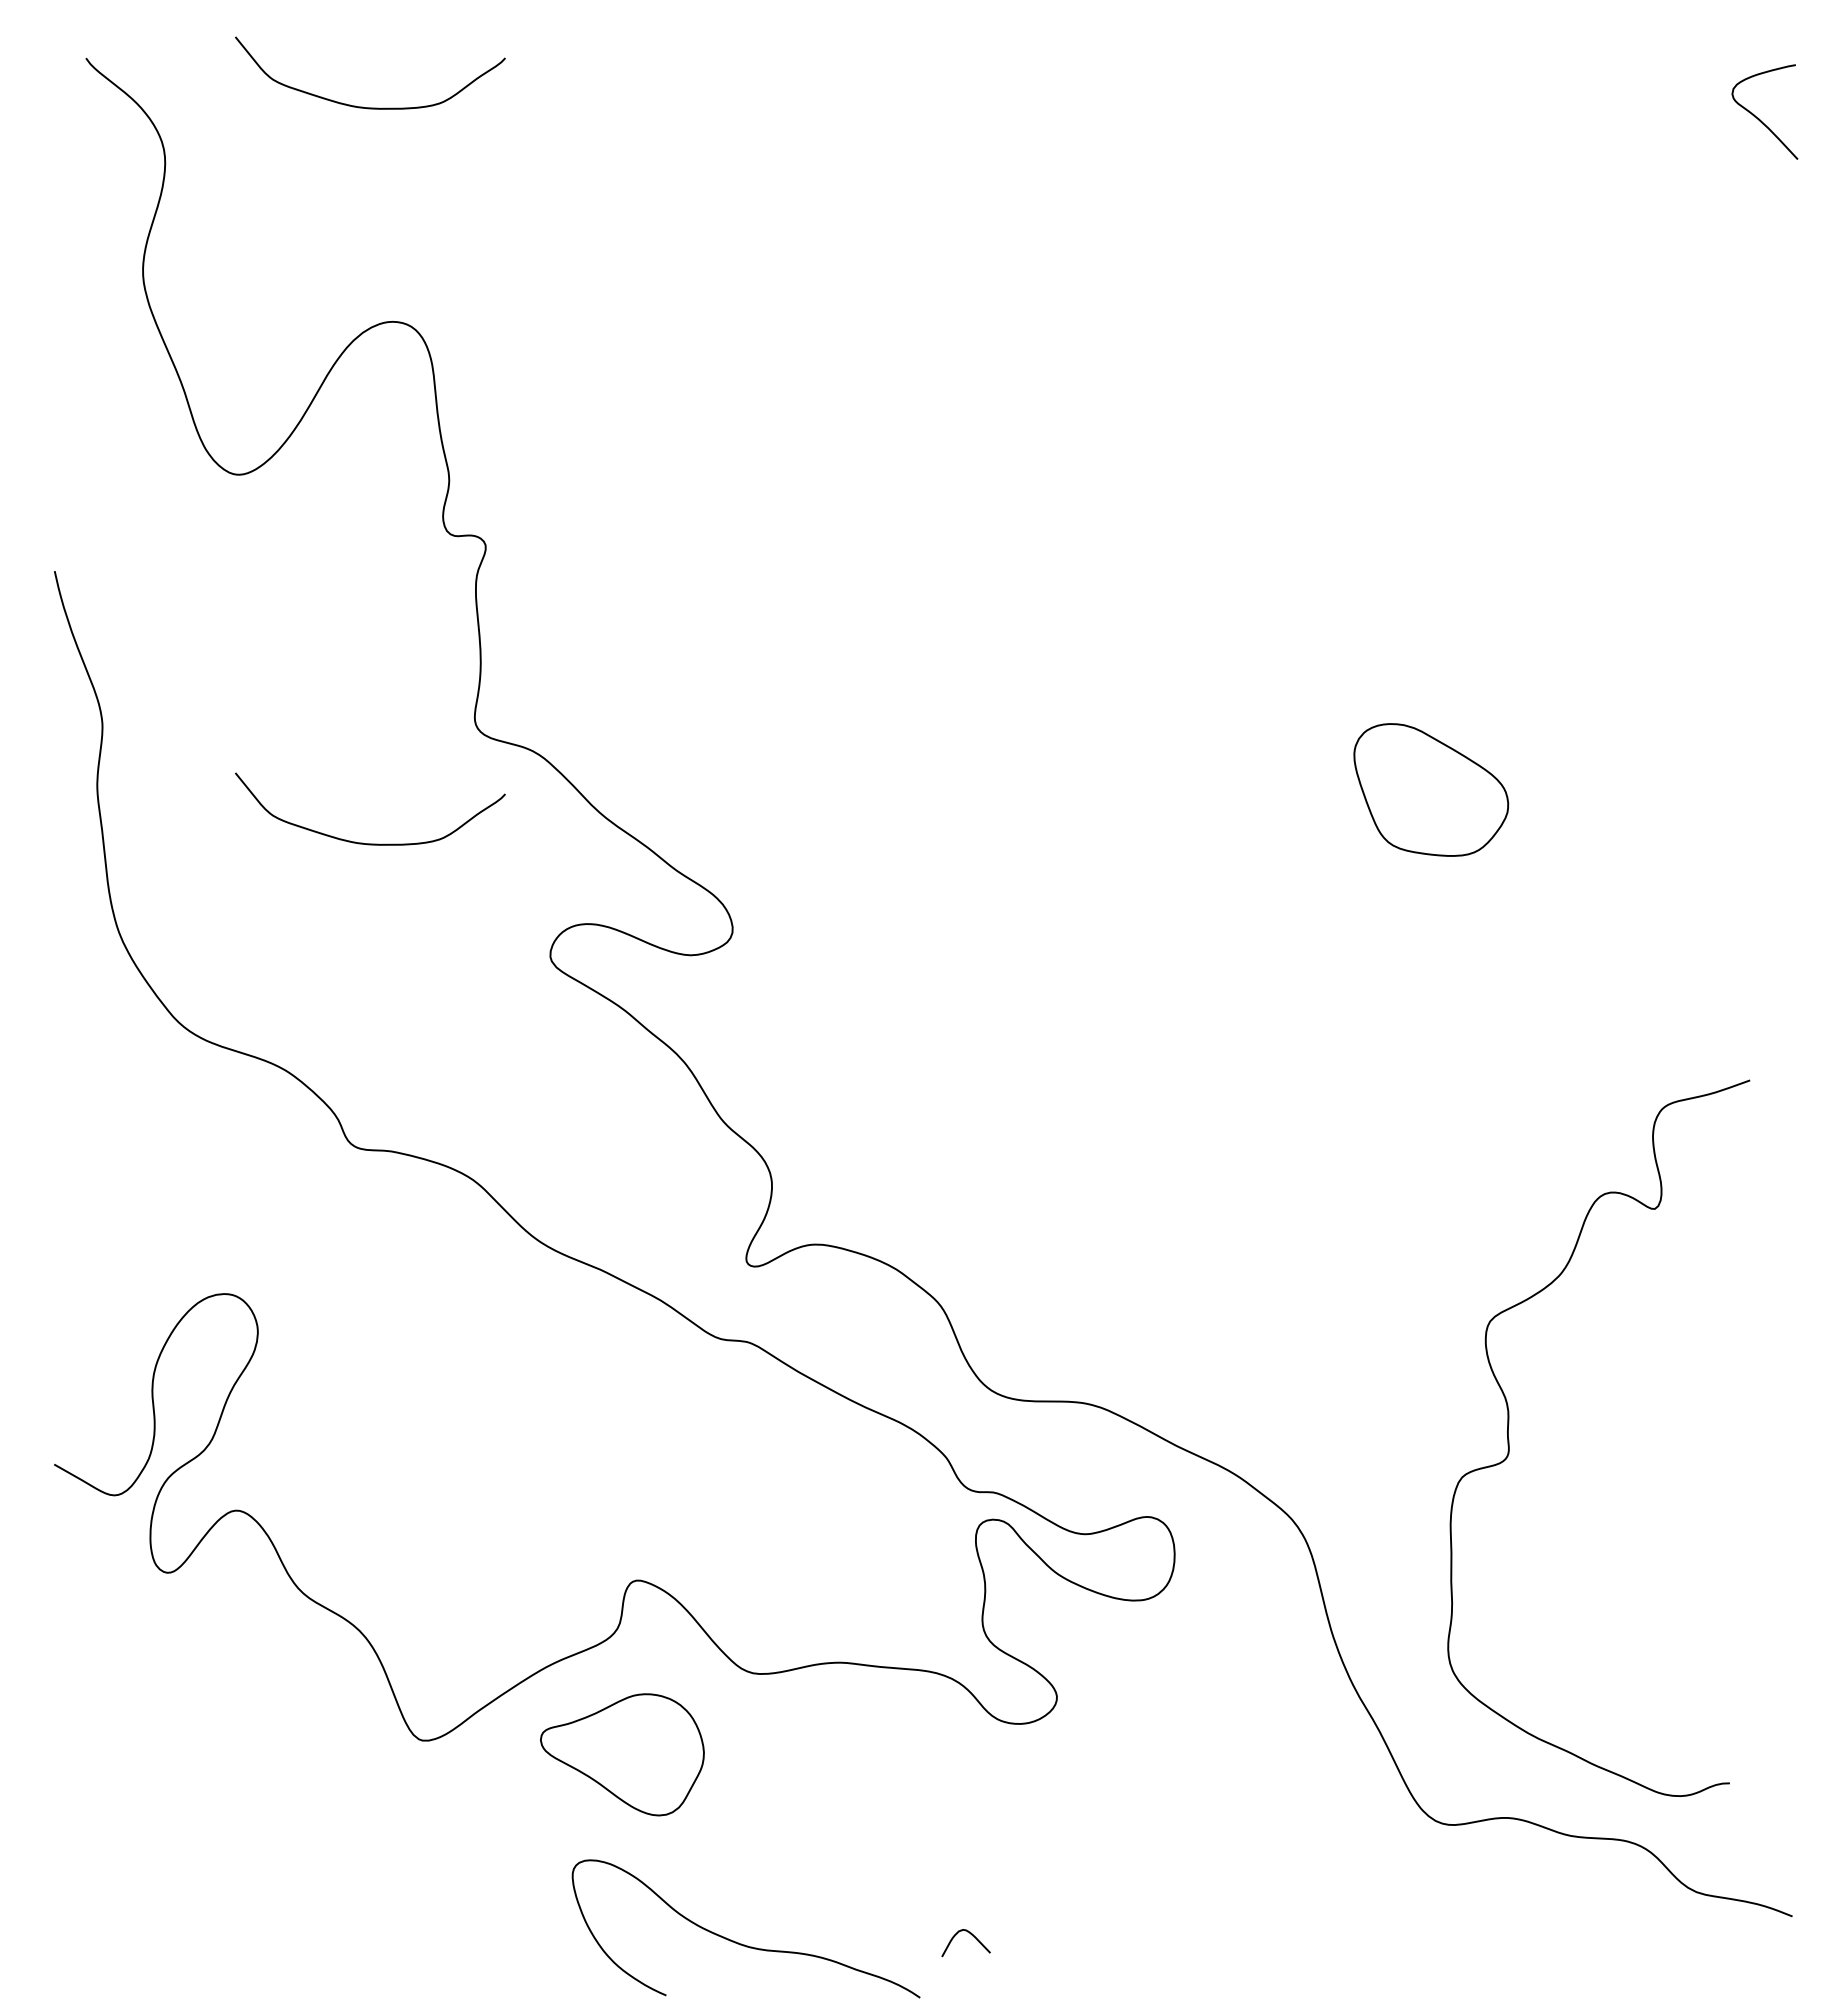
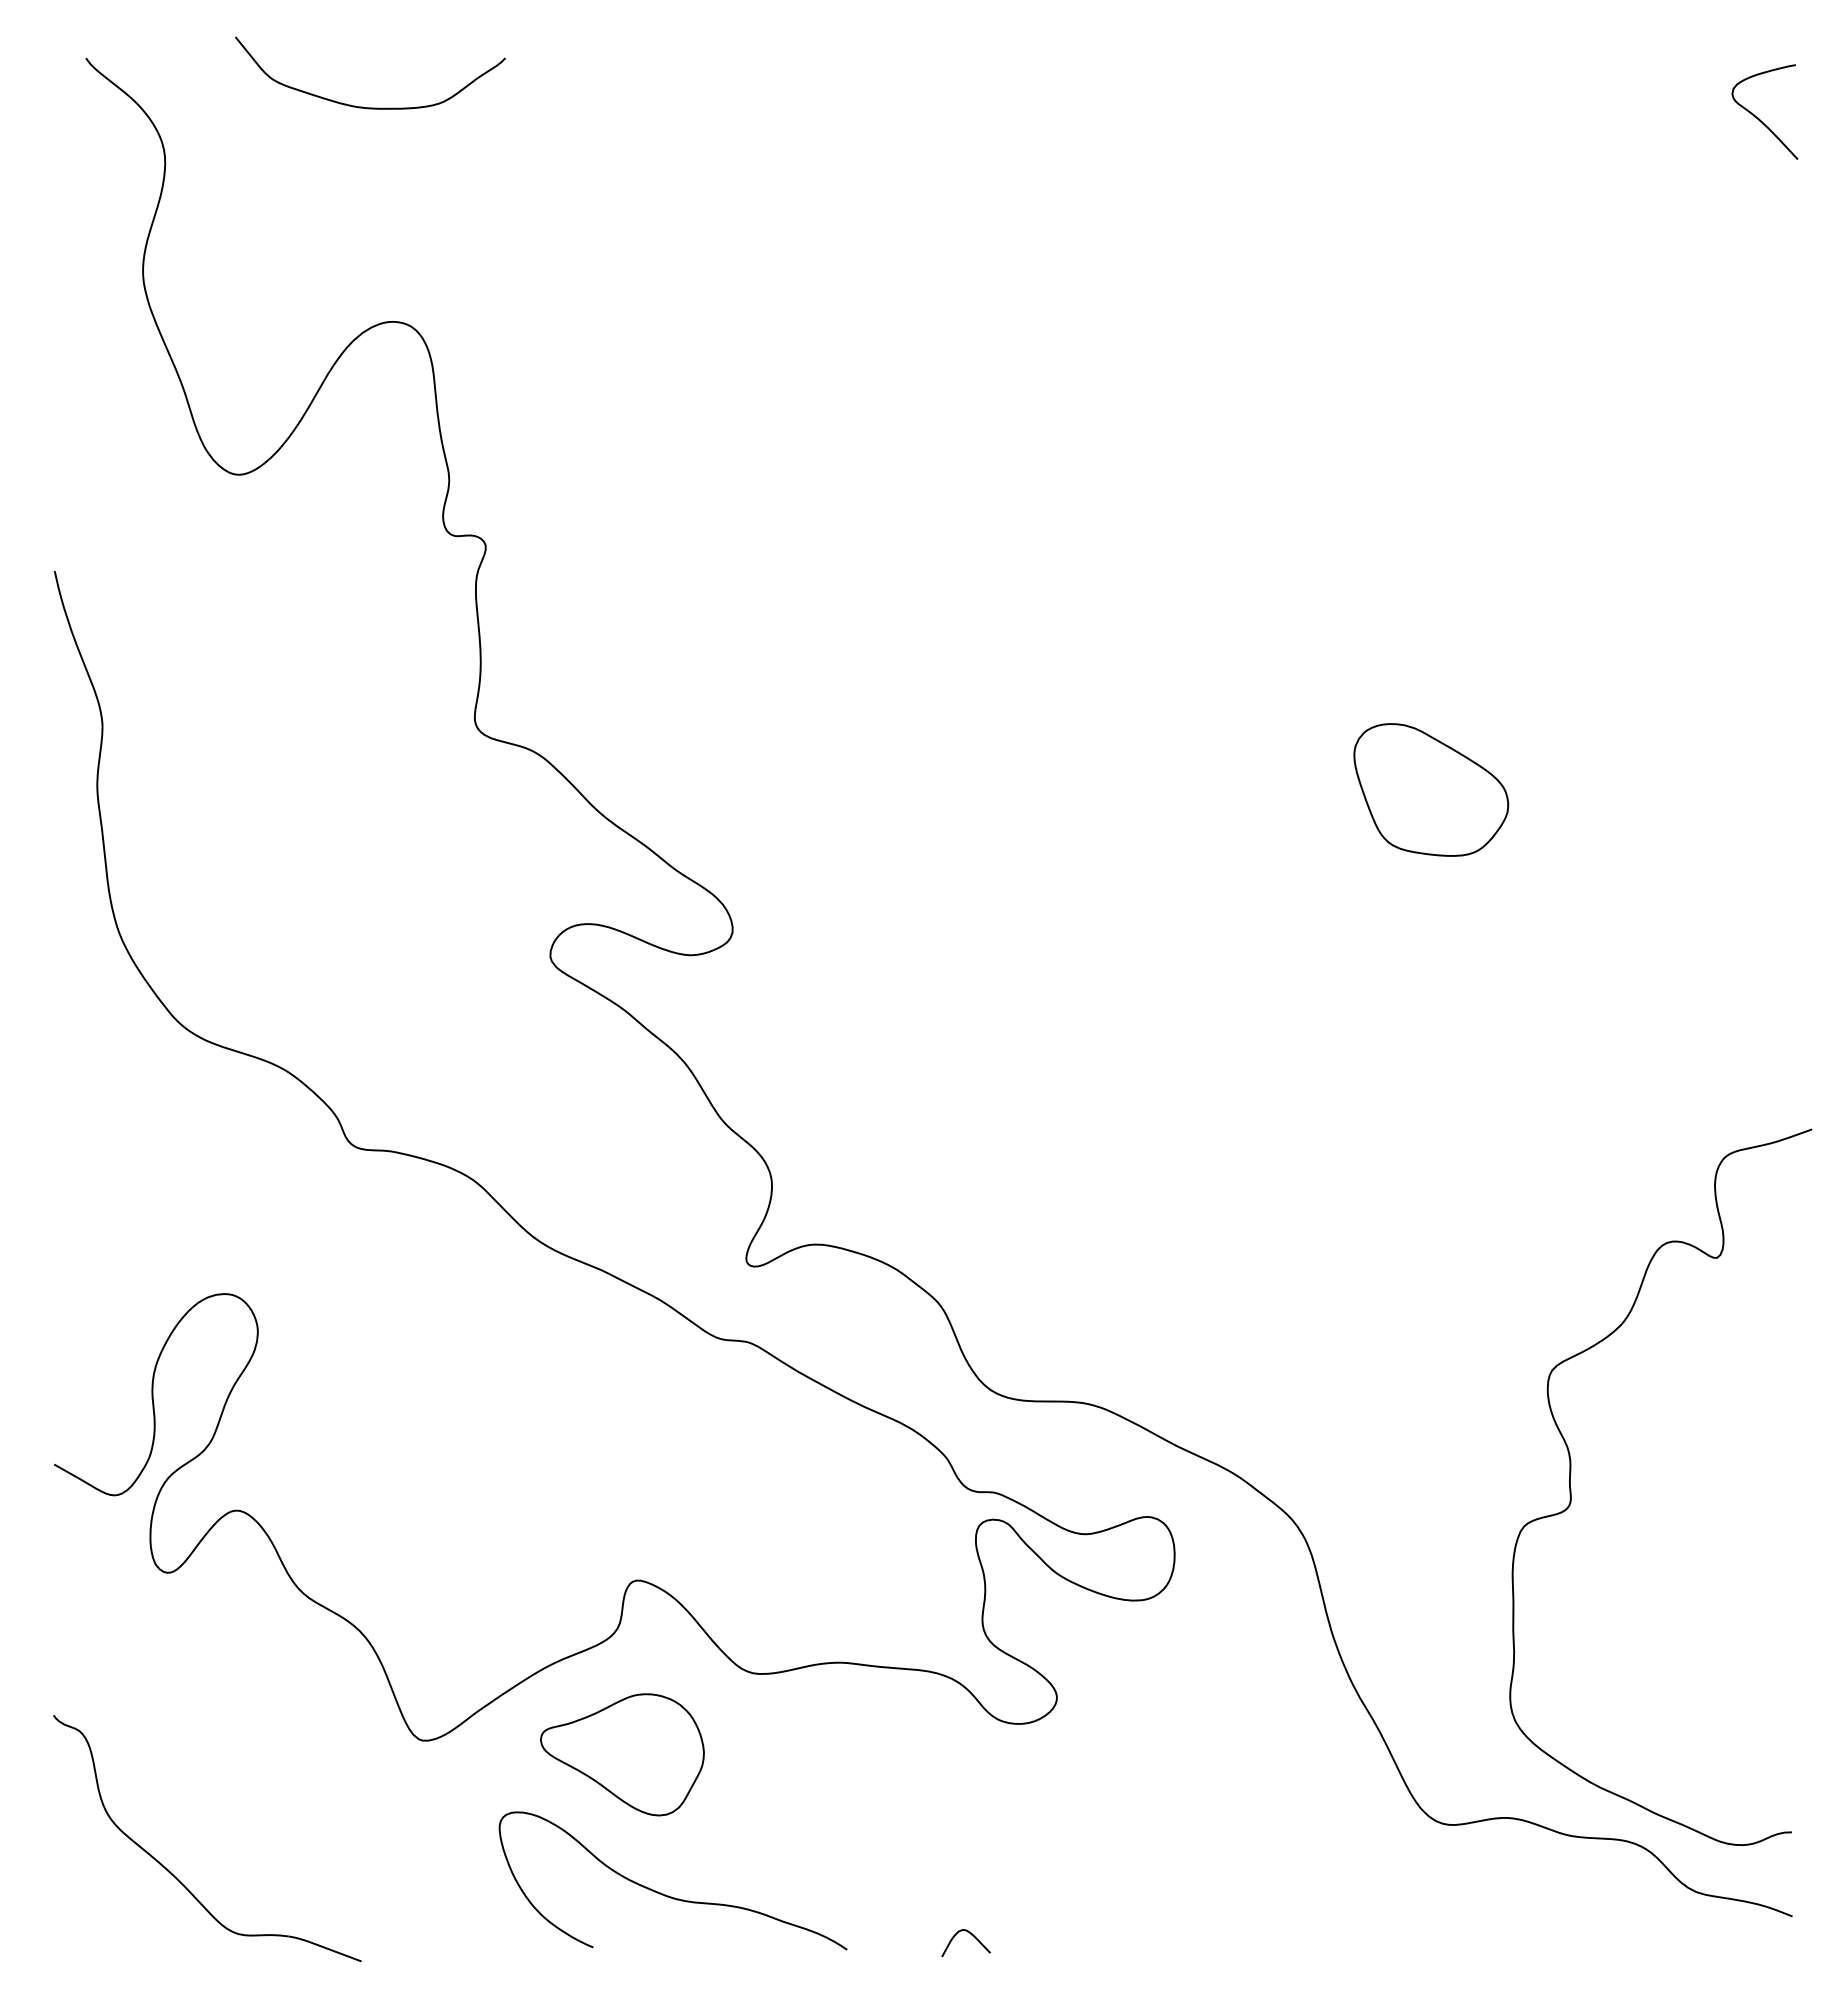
curve at (363, 842): present -> none
curve at (1509, 1439) position: (1509, 1439) -> (1571, 1488)
part at (172, 1873): none -> present
curve at (741, 1943) position: (741, 1943) -> (668, 1895)
